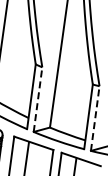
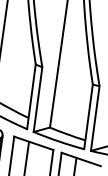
line at (38, 99): dashed -> solid
line at (95, 118): dashed -> solid
